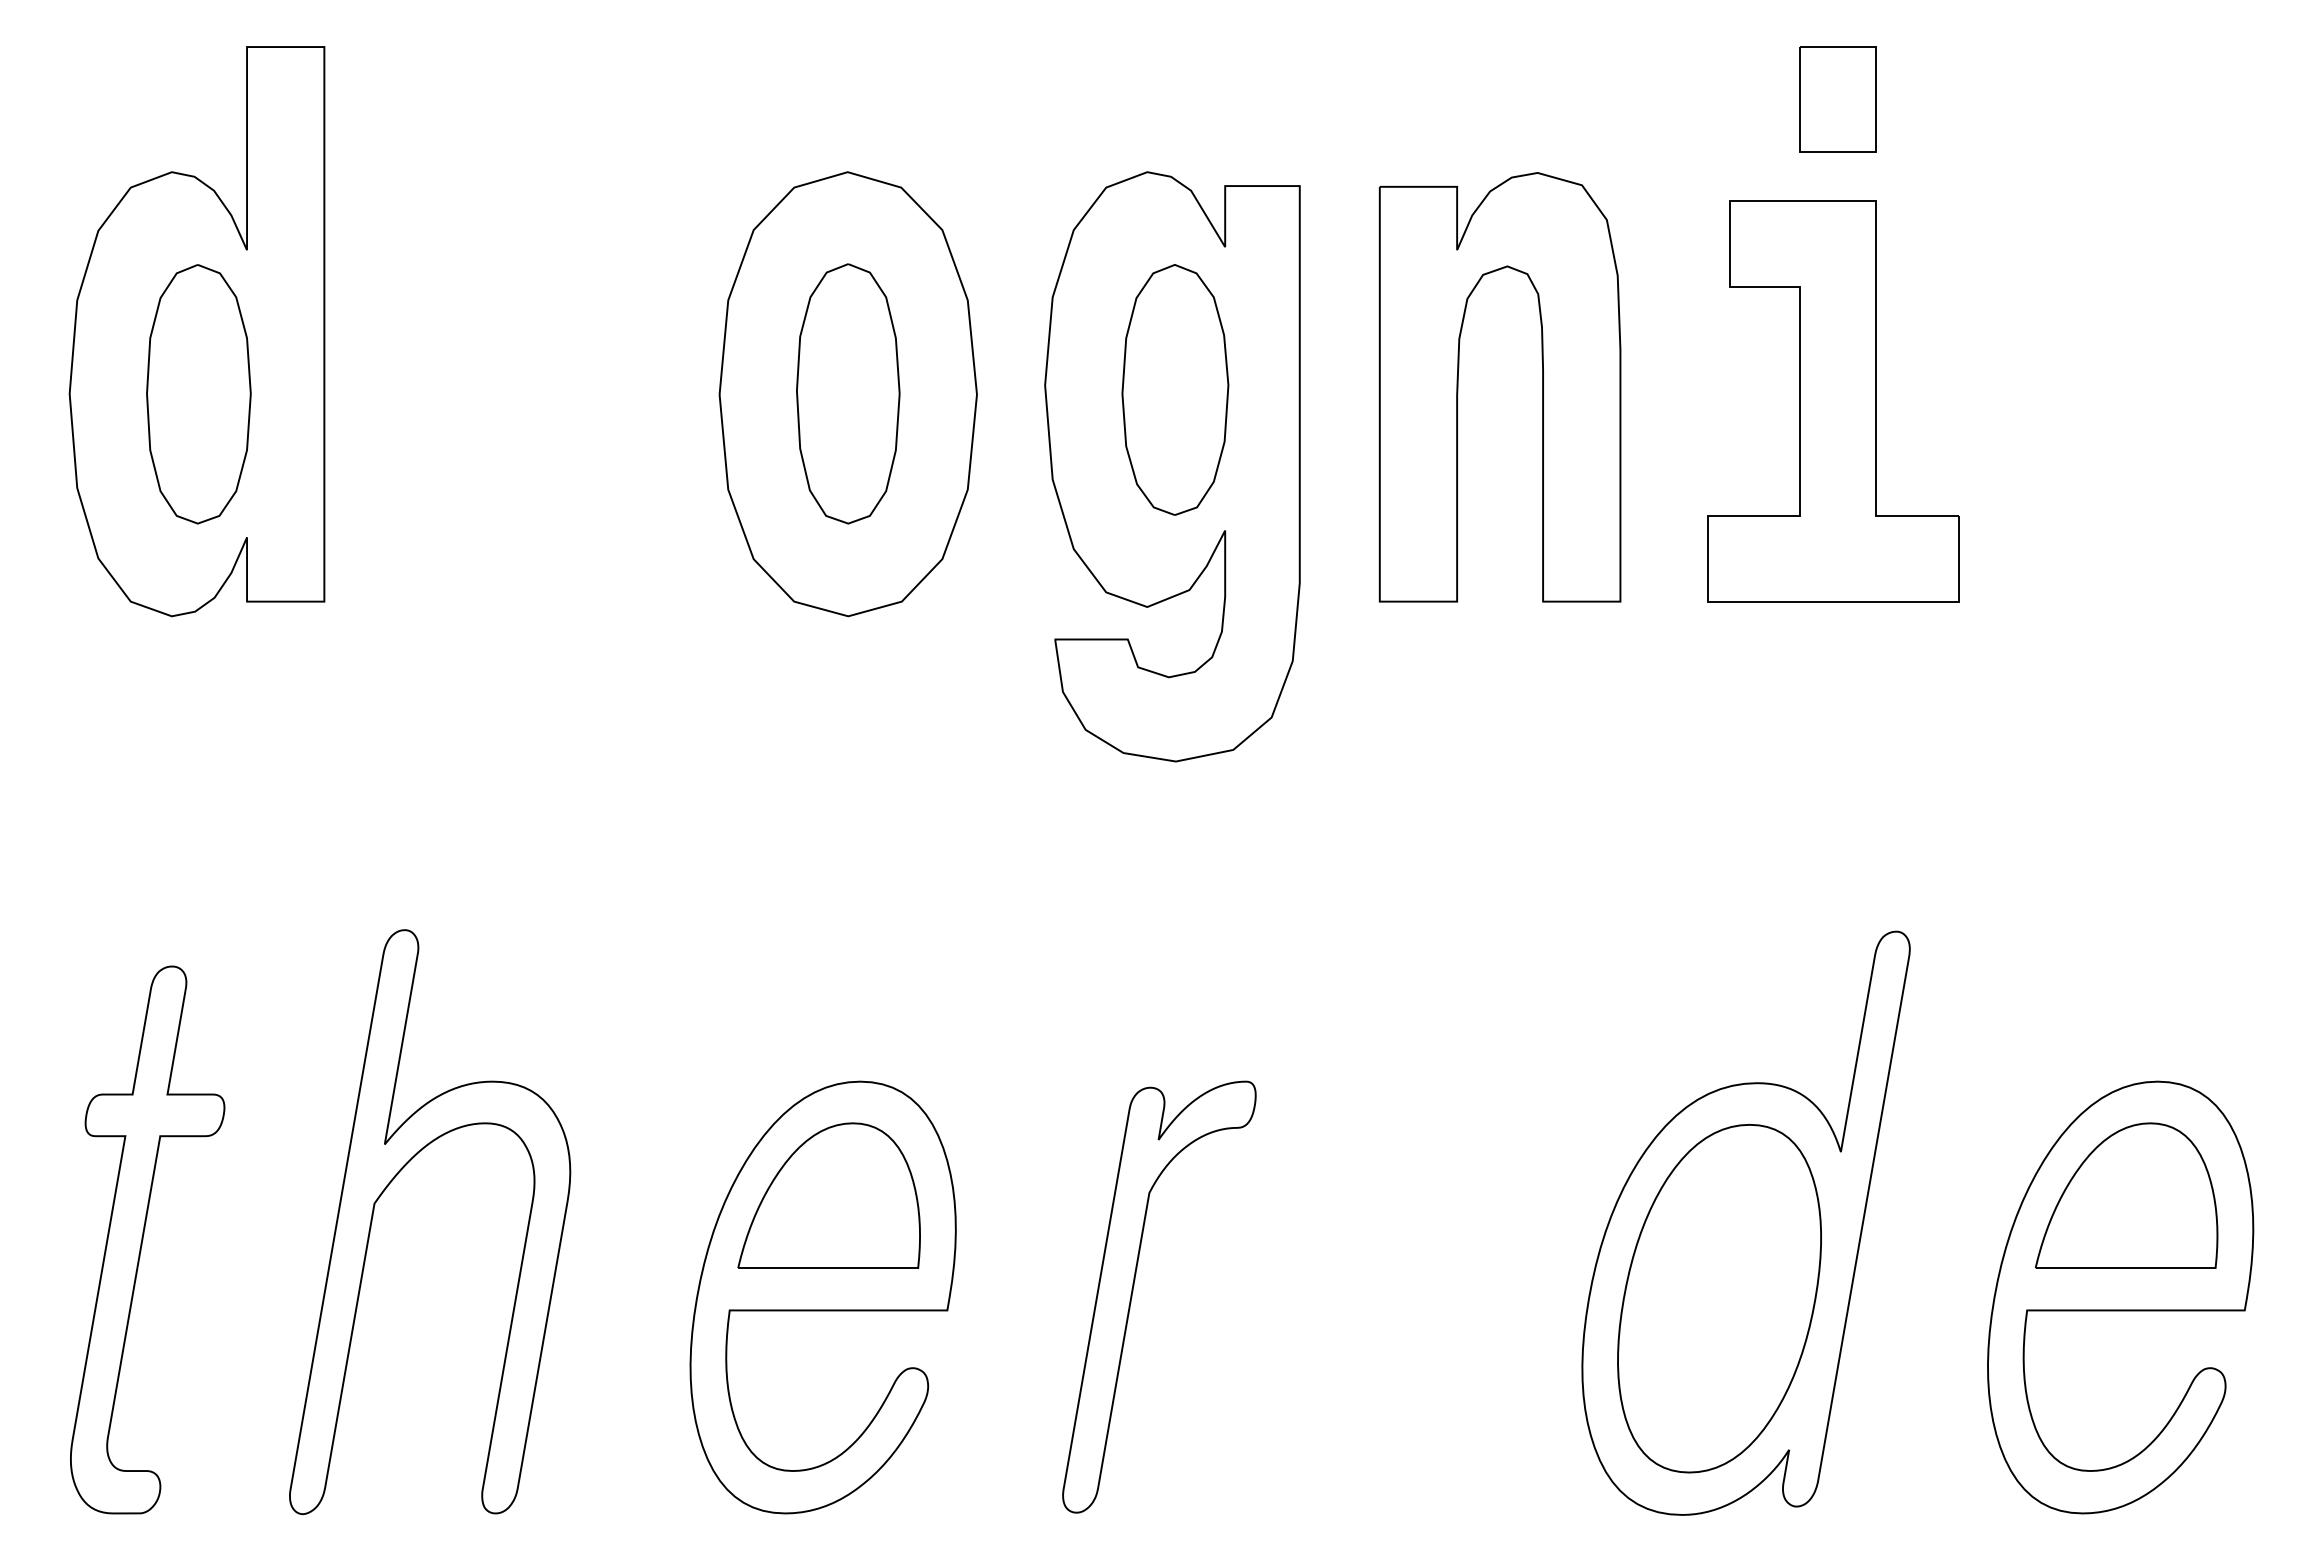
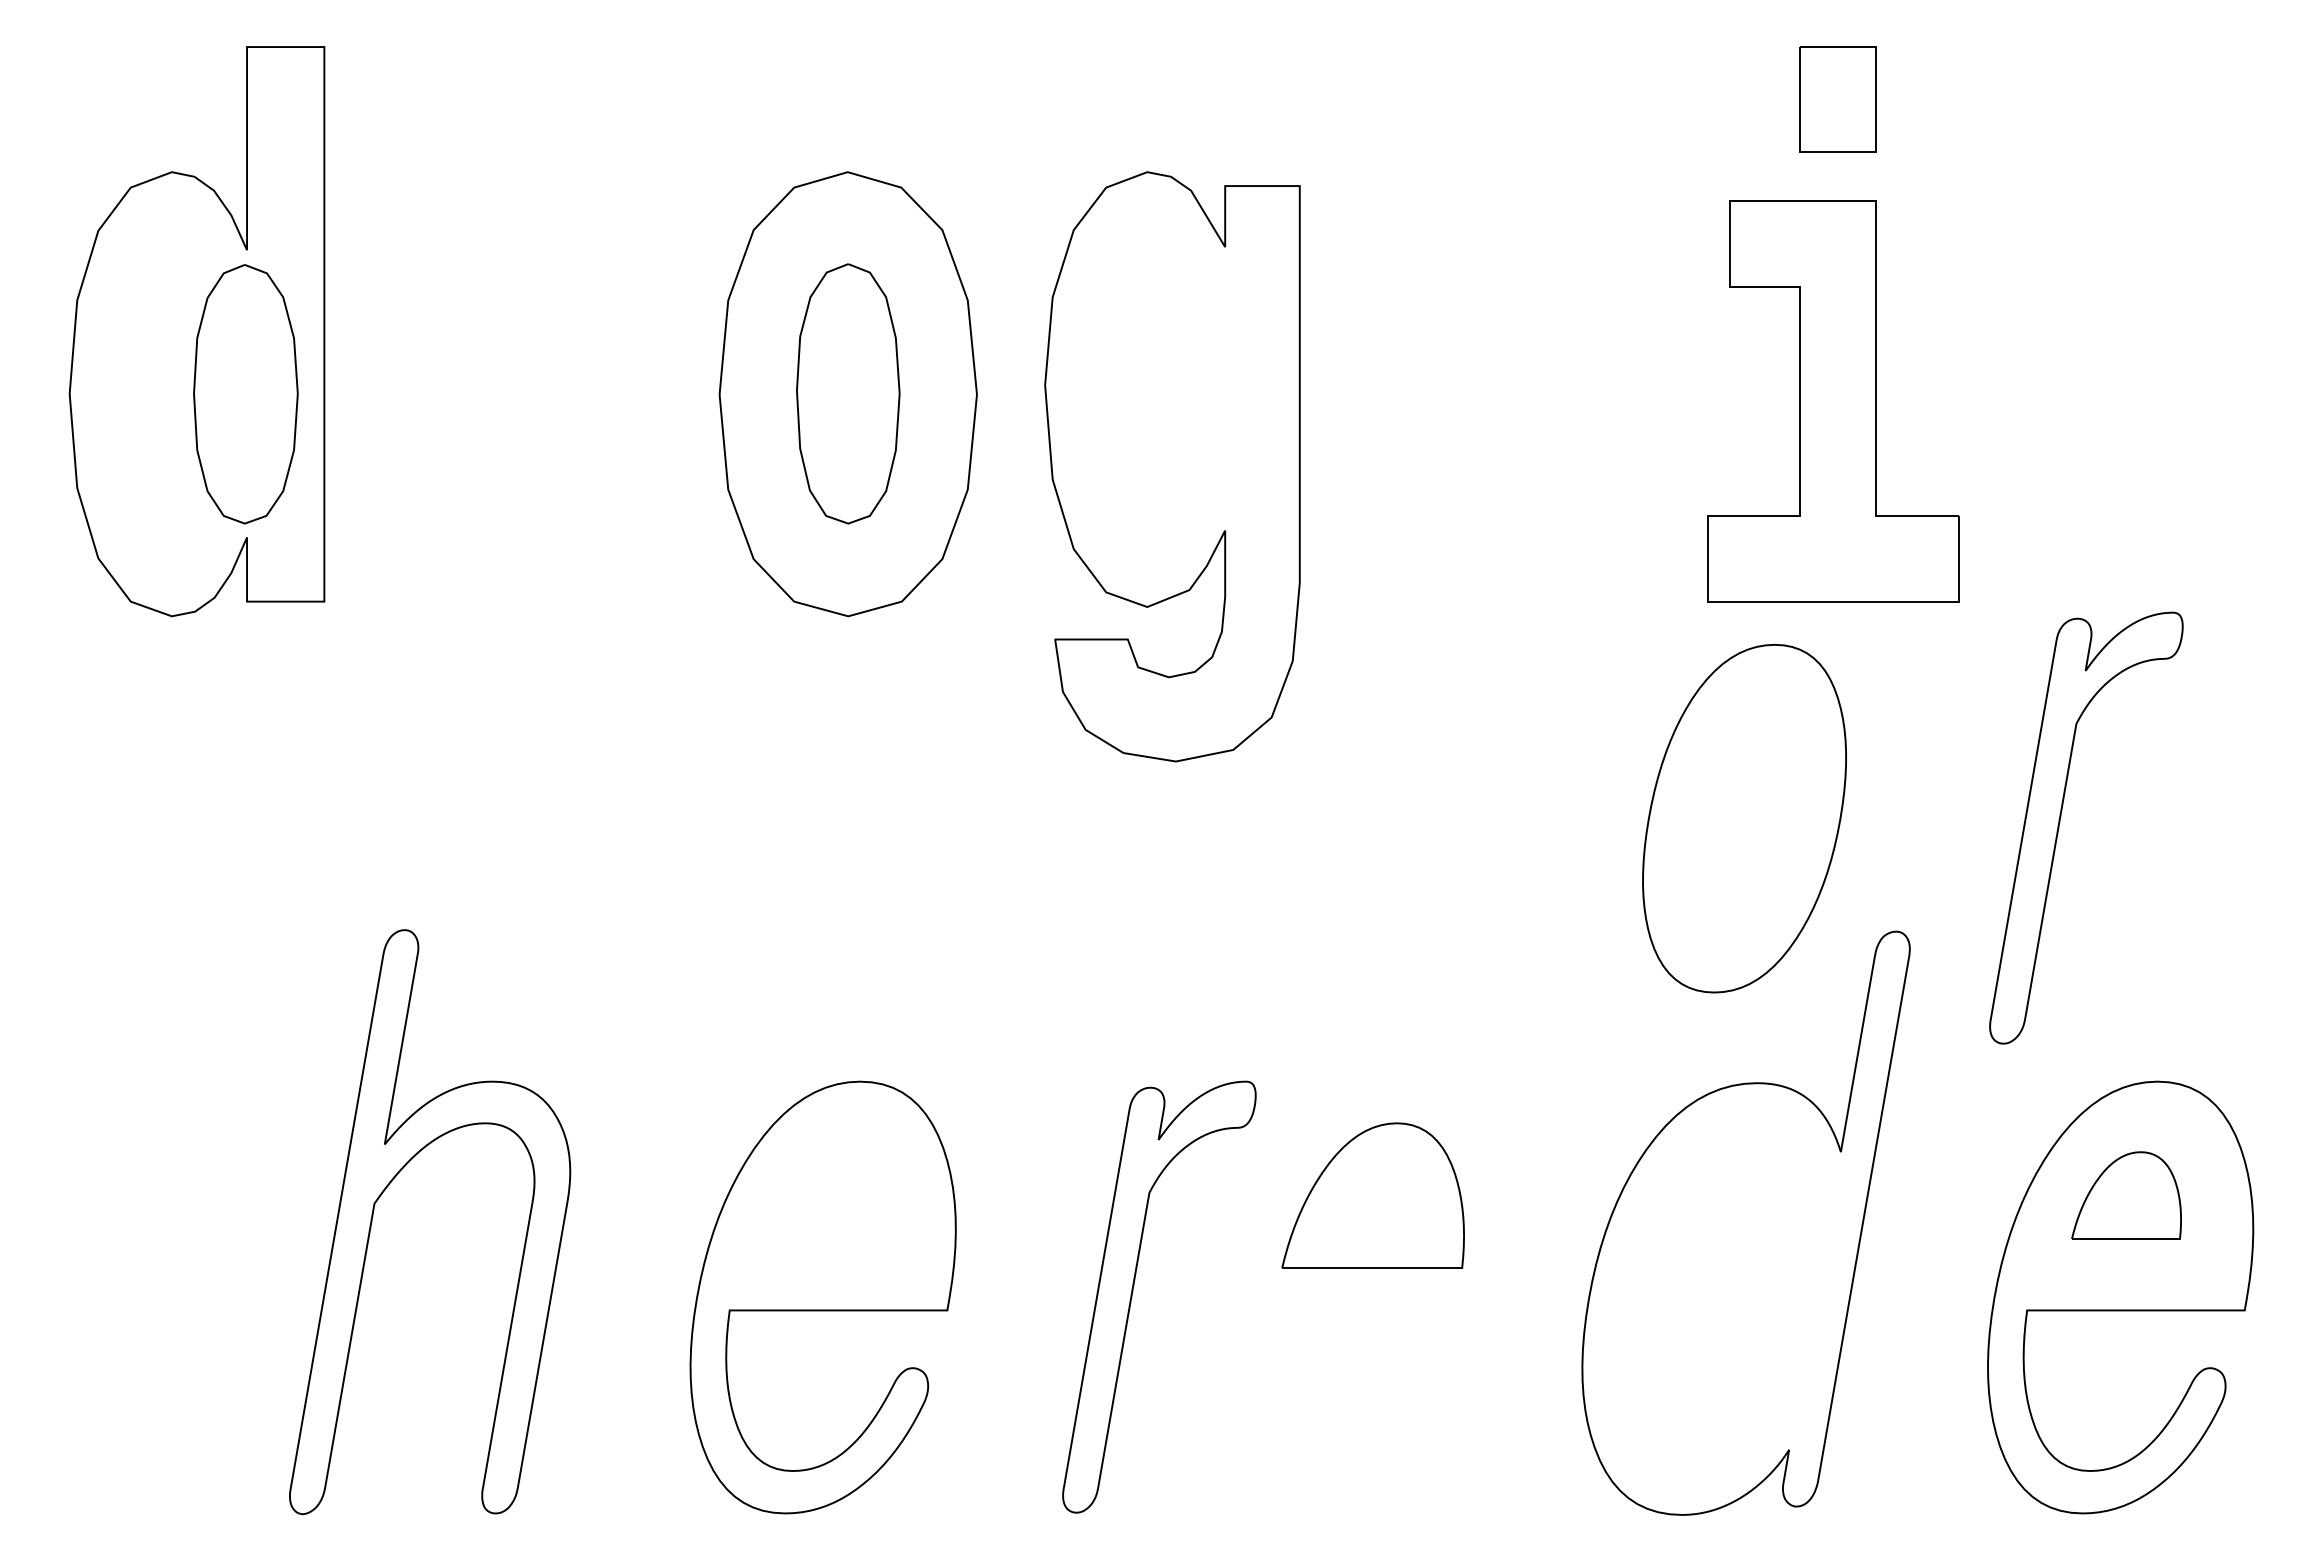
part at (1458, 387): present -> none
part at (1175, 389): present -> none
part at (198, 394) position: (198, 394) -> (245, 394)
part at (2060, 822): none -> present
part at (828, 1195) position: (828, 1195) -> (1372, 1195)
part at (2126, 1195) size: 185x147 px -> 111x89 px
part at (147, 1239): present -> none
part at (1719, 1298) position: (1719, 1298) -> (1744, 818)
